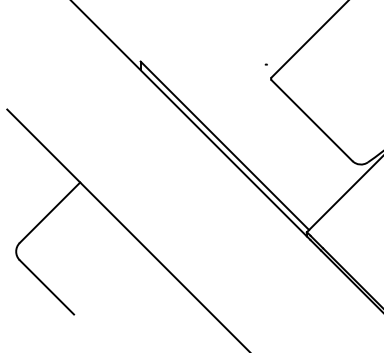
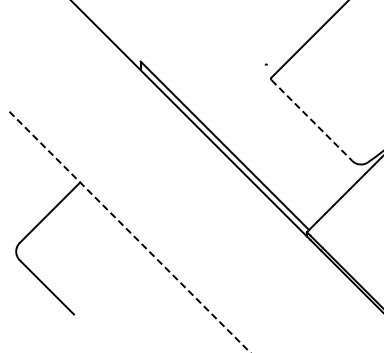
line at (312, 120): solid -> dashed
line at (128, 230): solid -> dashed
